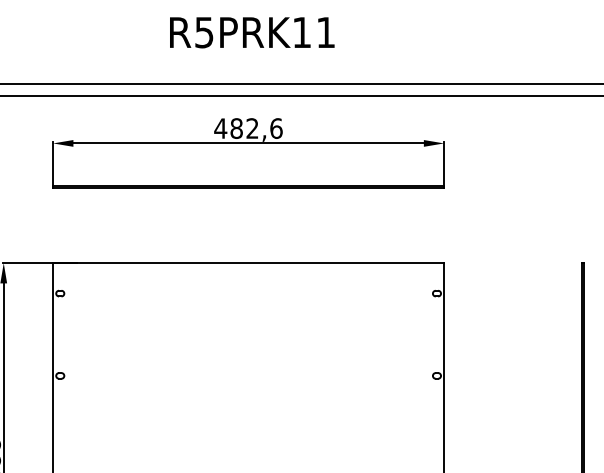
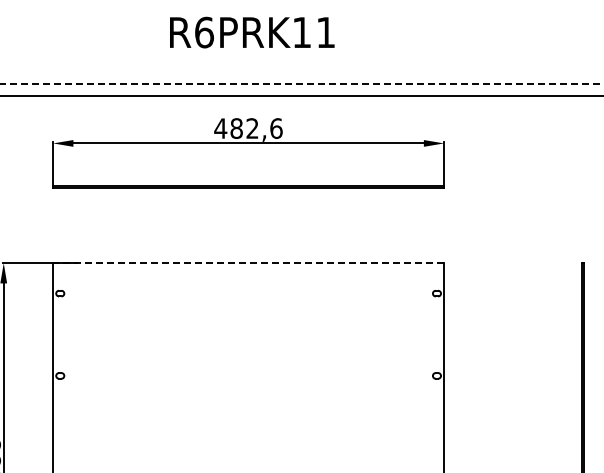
text at (204, 32): R5PRK11 -> R6PRK11
line at (301, 83): solid -> dashed
line at (248, 263): solid -> dashed
